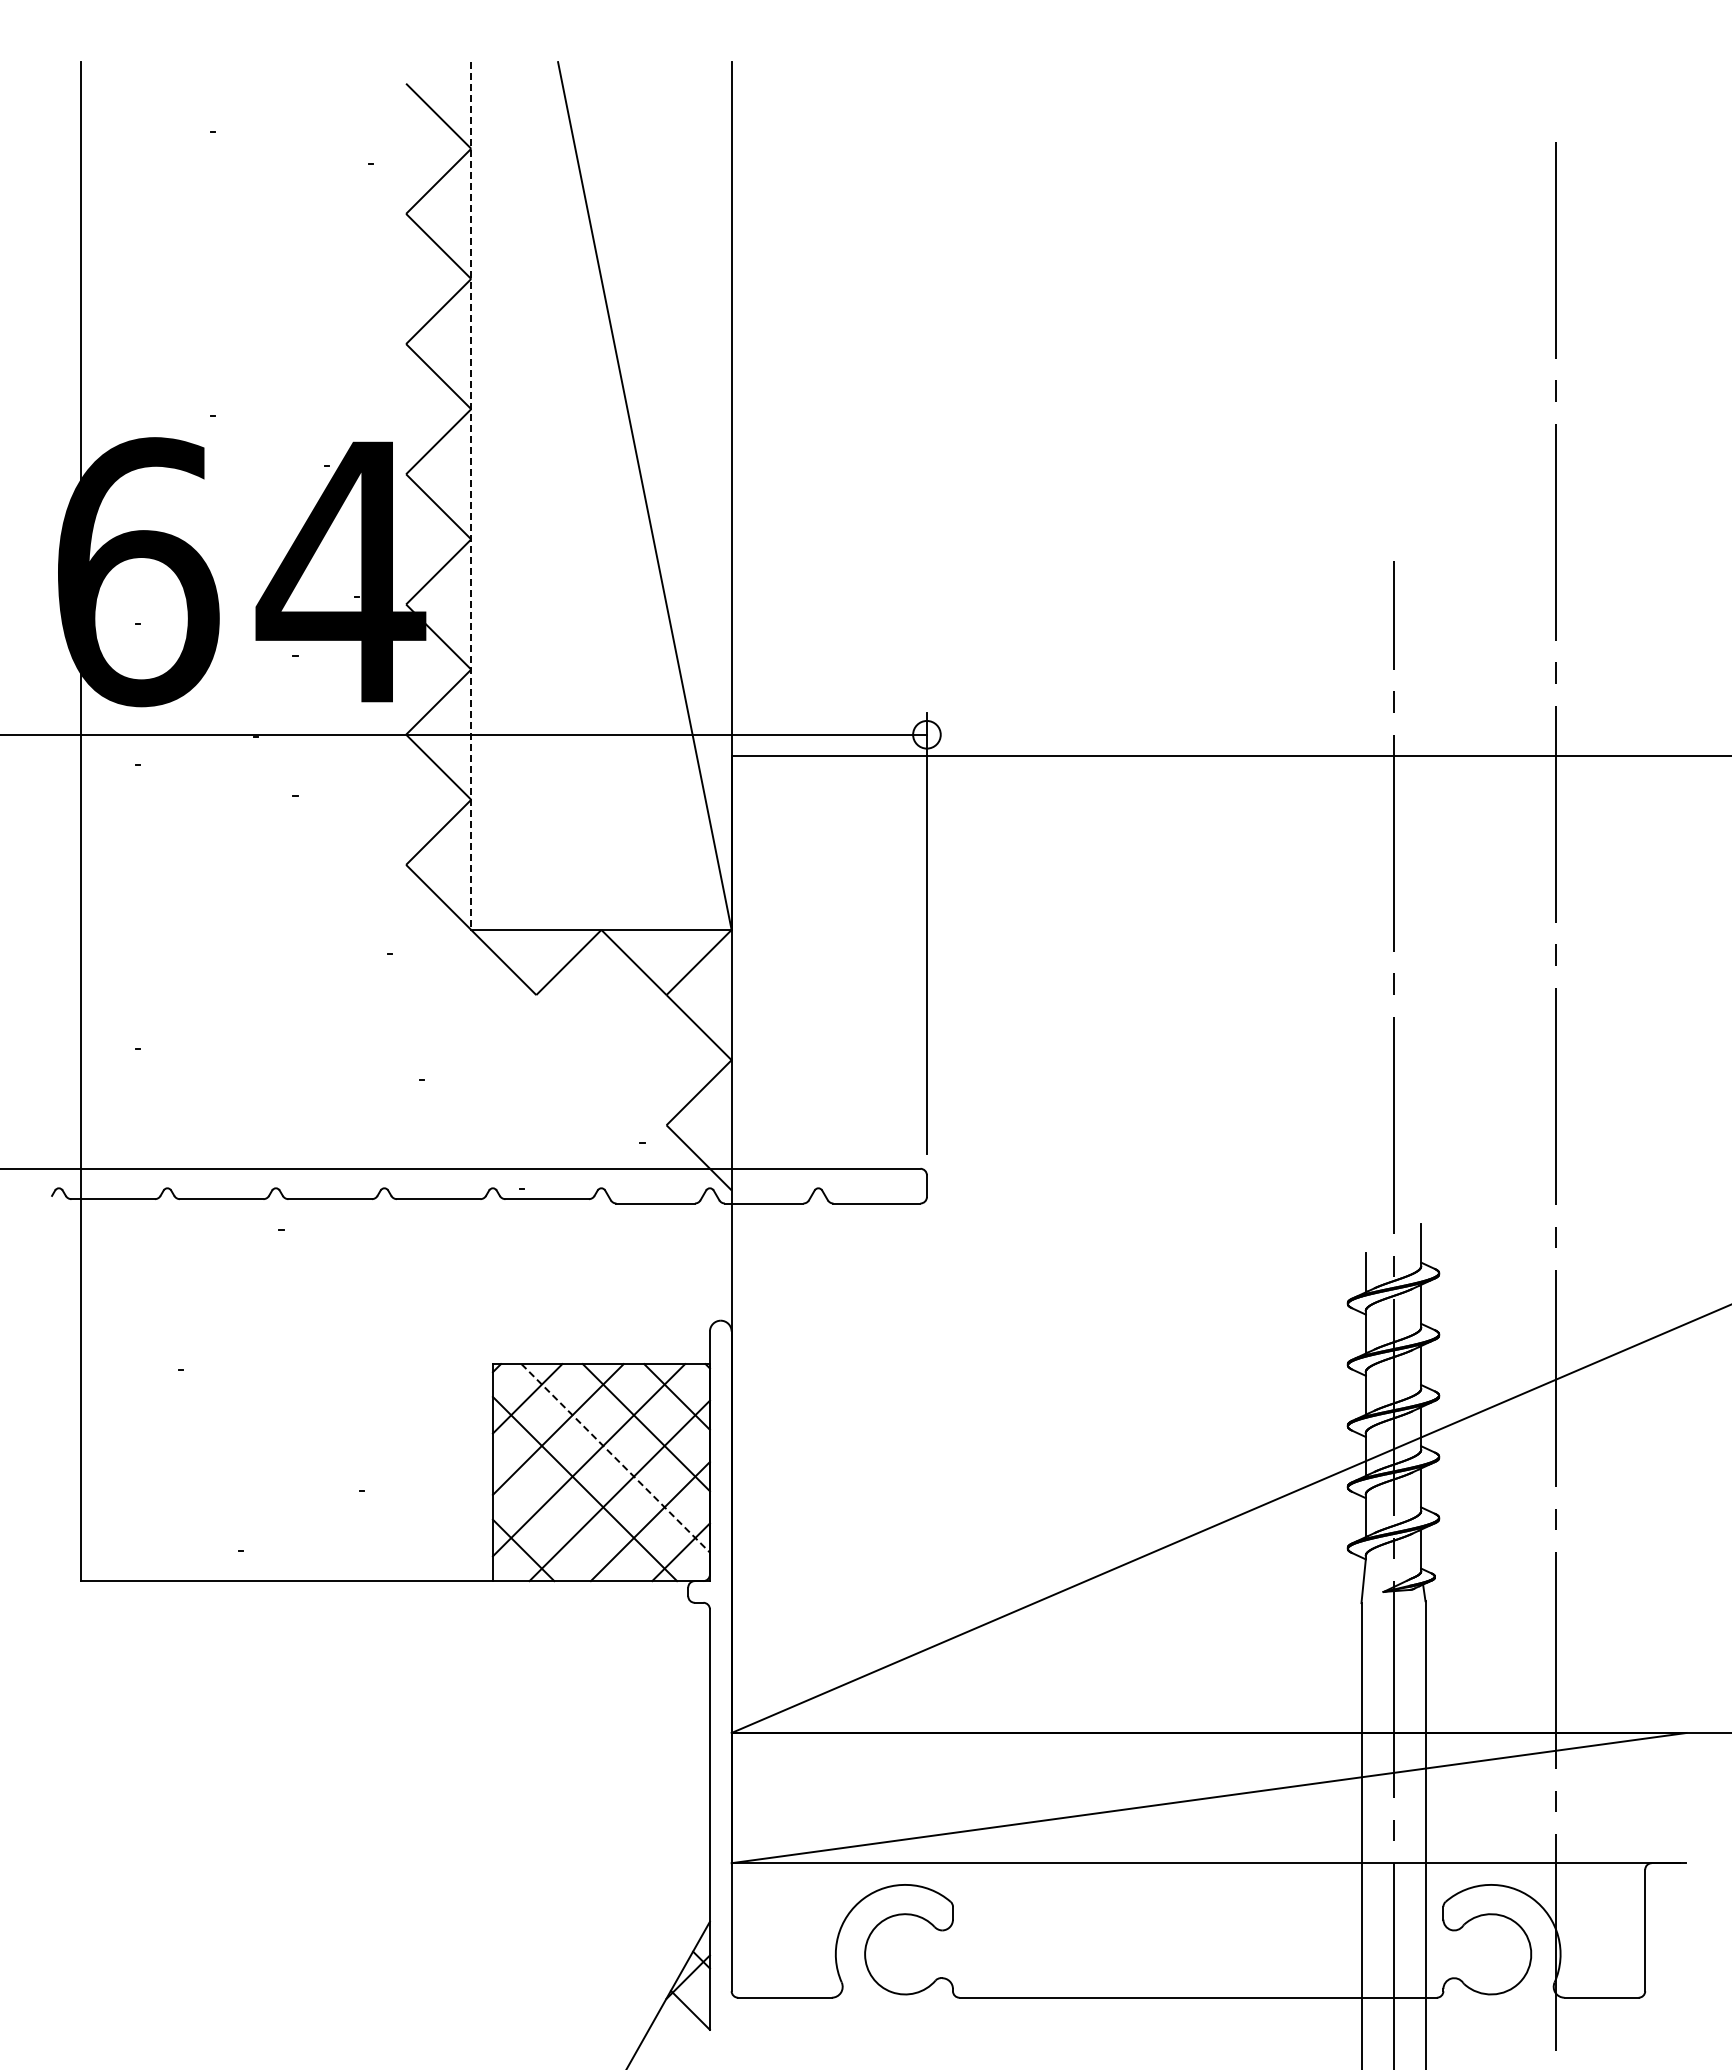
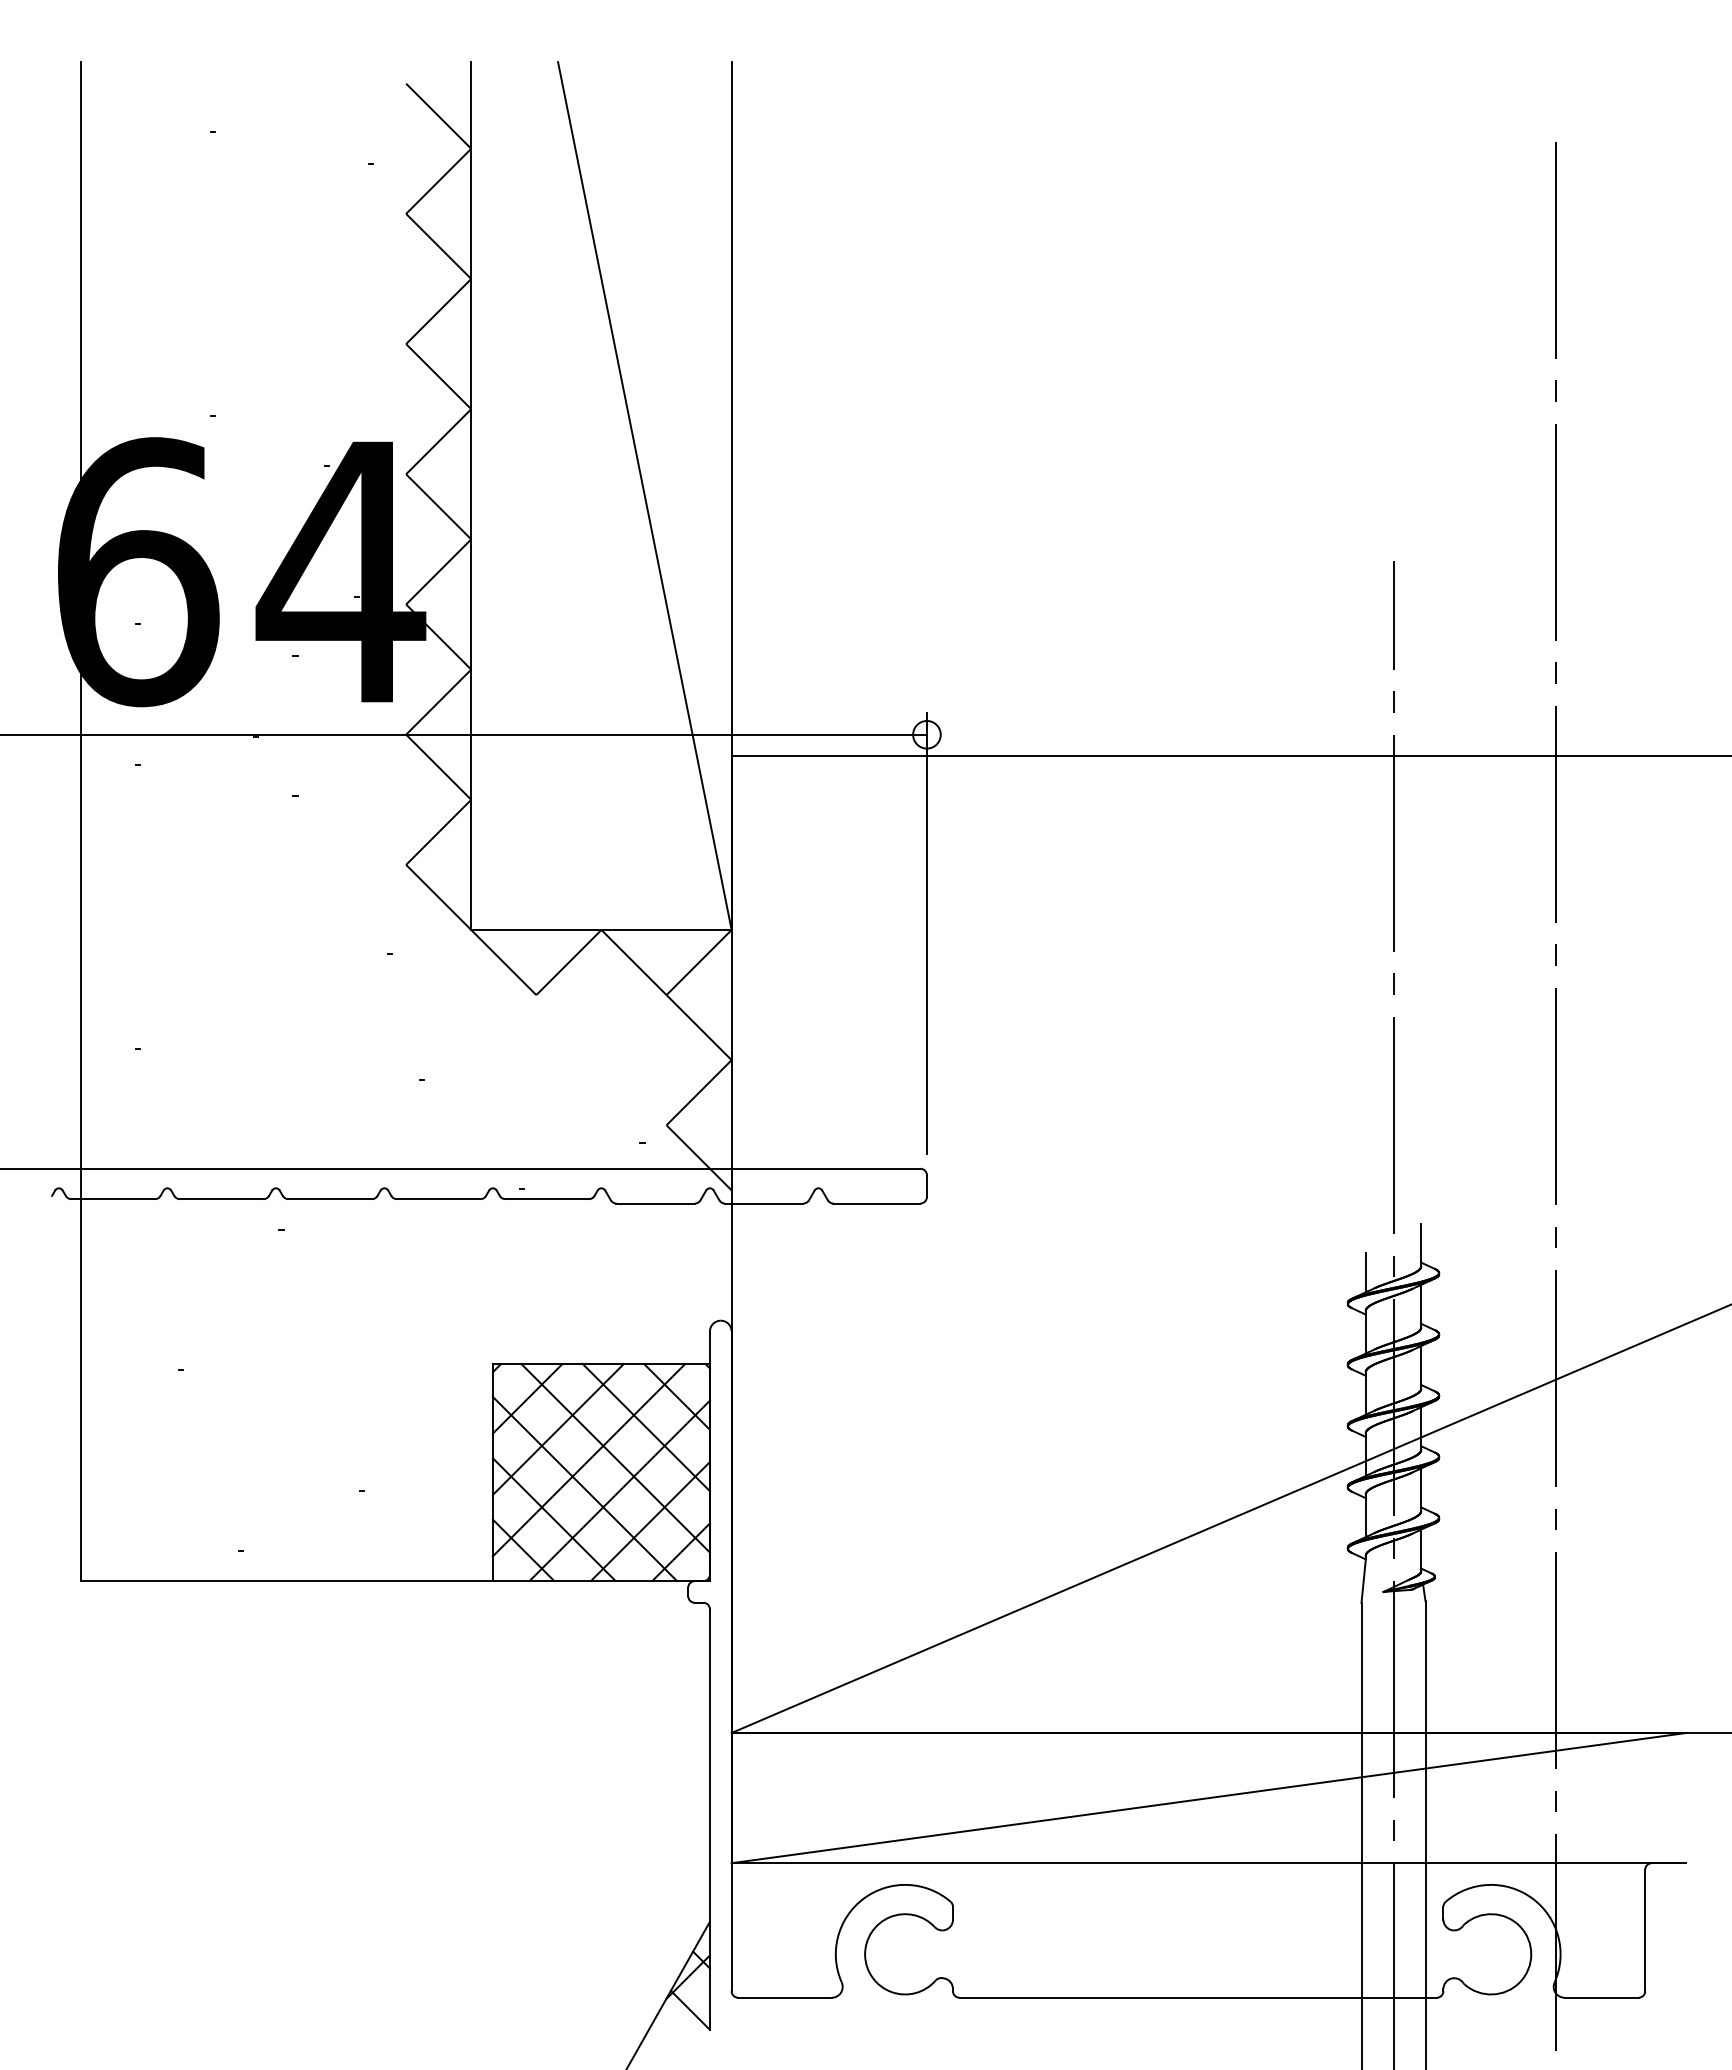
line at (471, 496): dashed -> solid
line at (616, 1458): dashed -> solid
line at (553, 1519): none -> present
